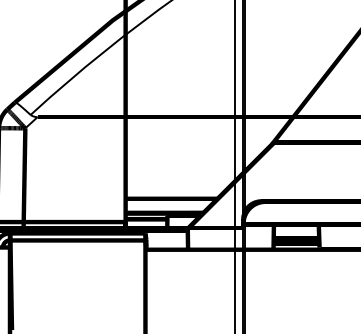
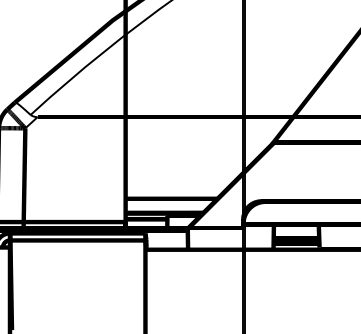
line at (234, 166): present -> none
